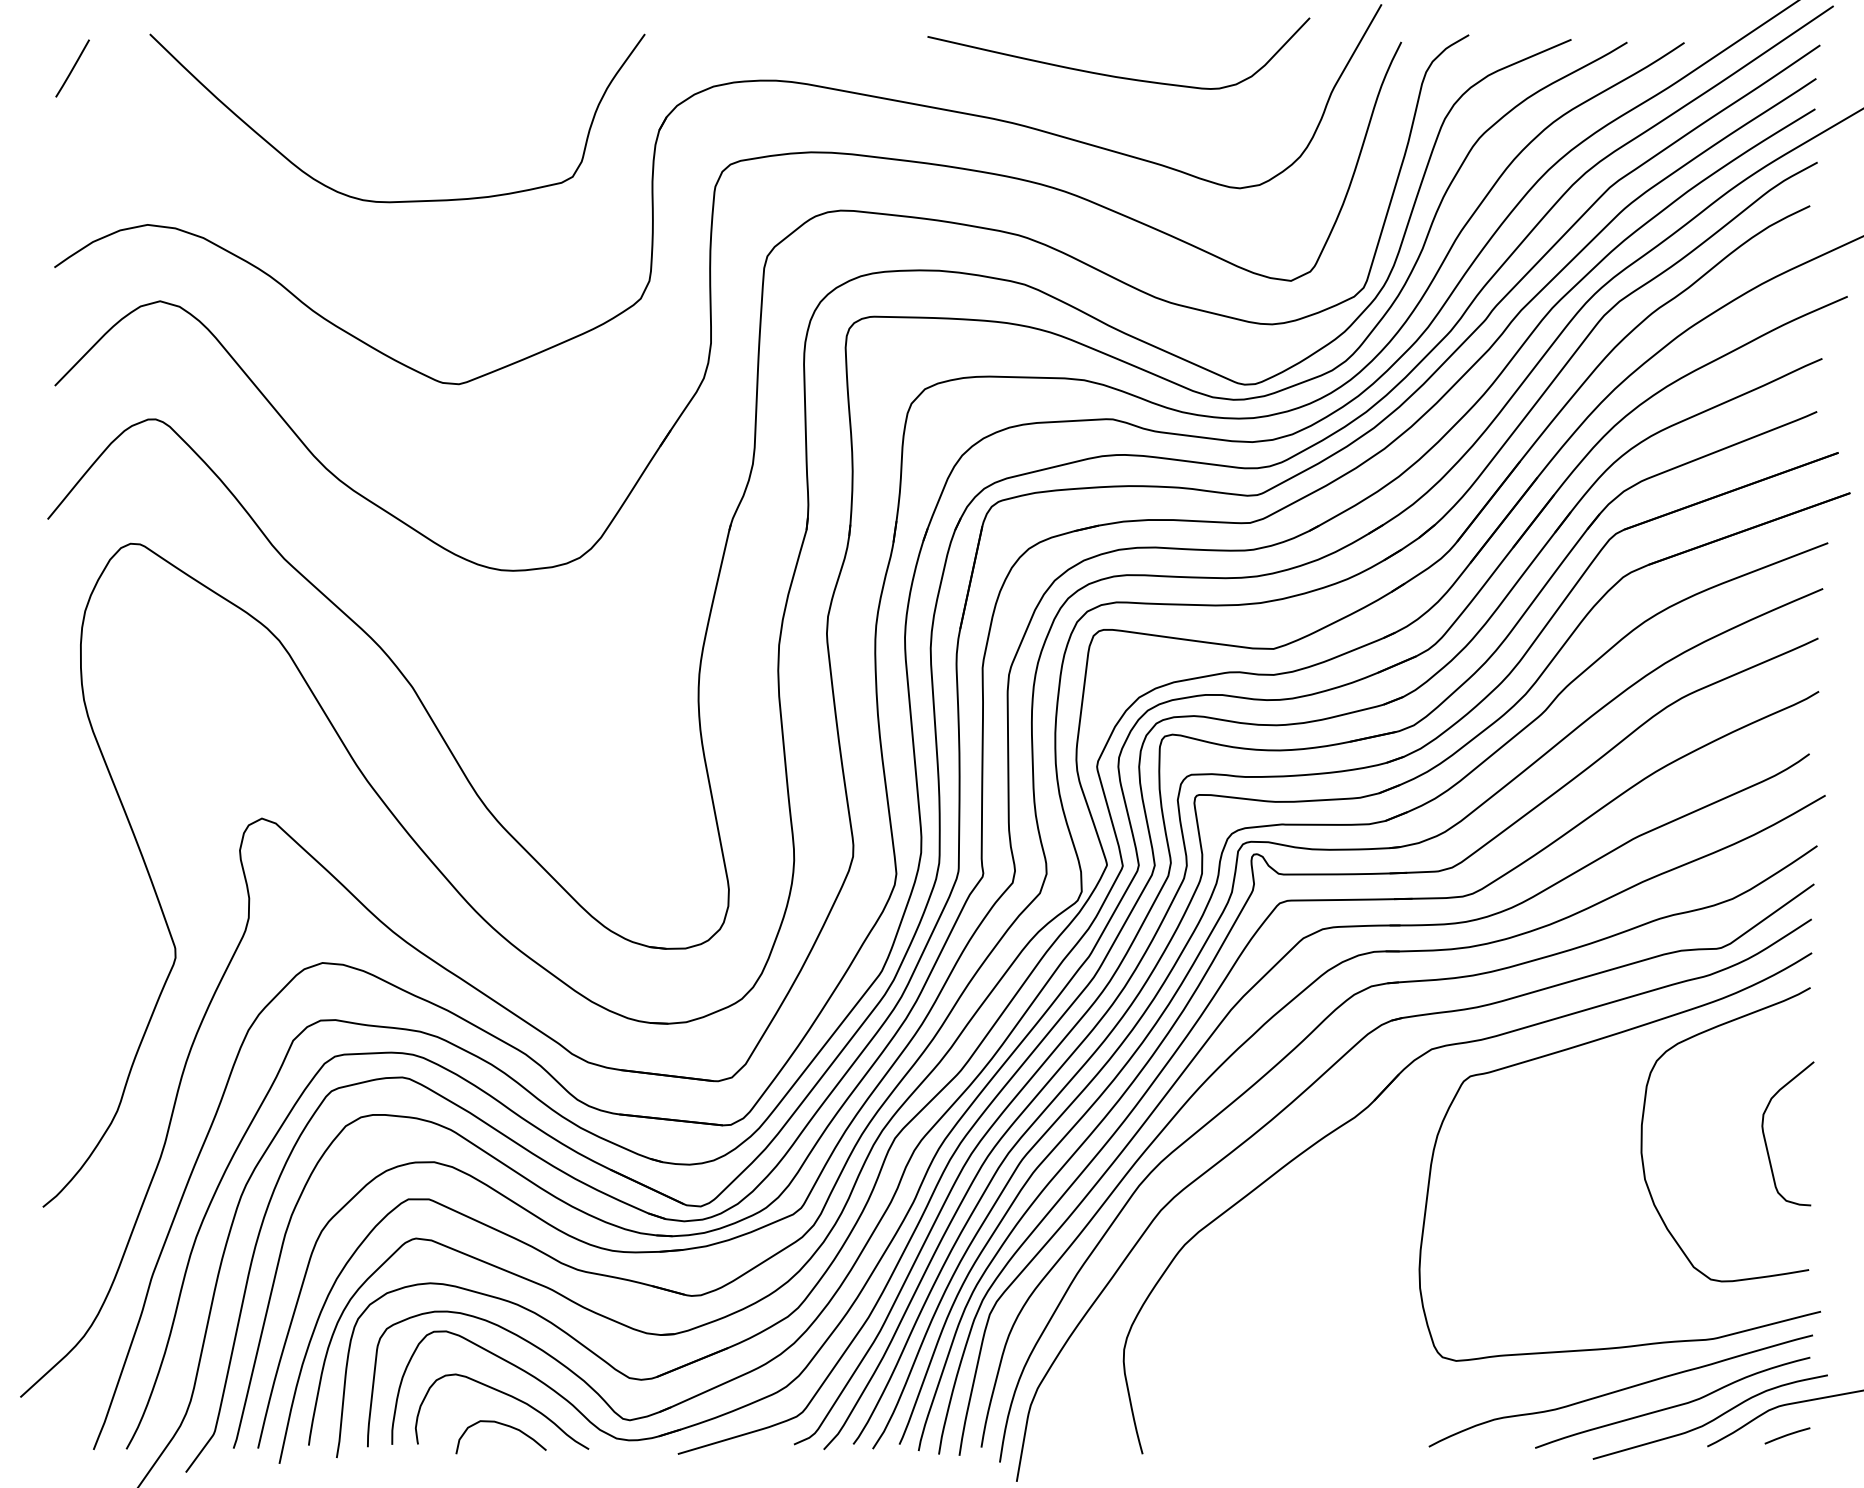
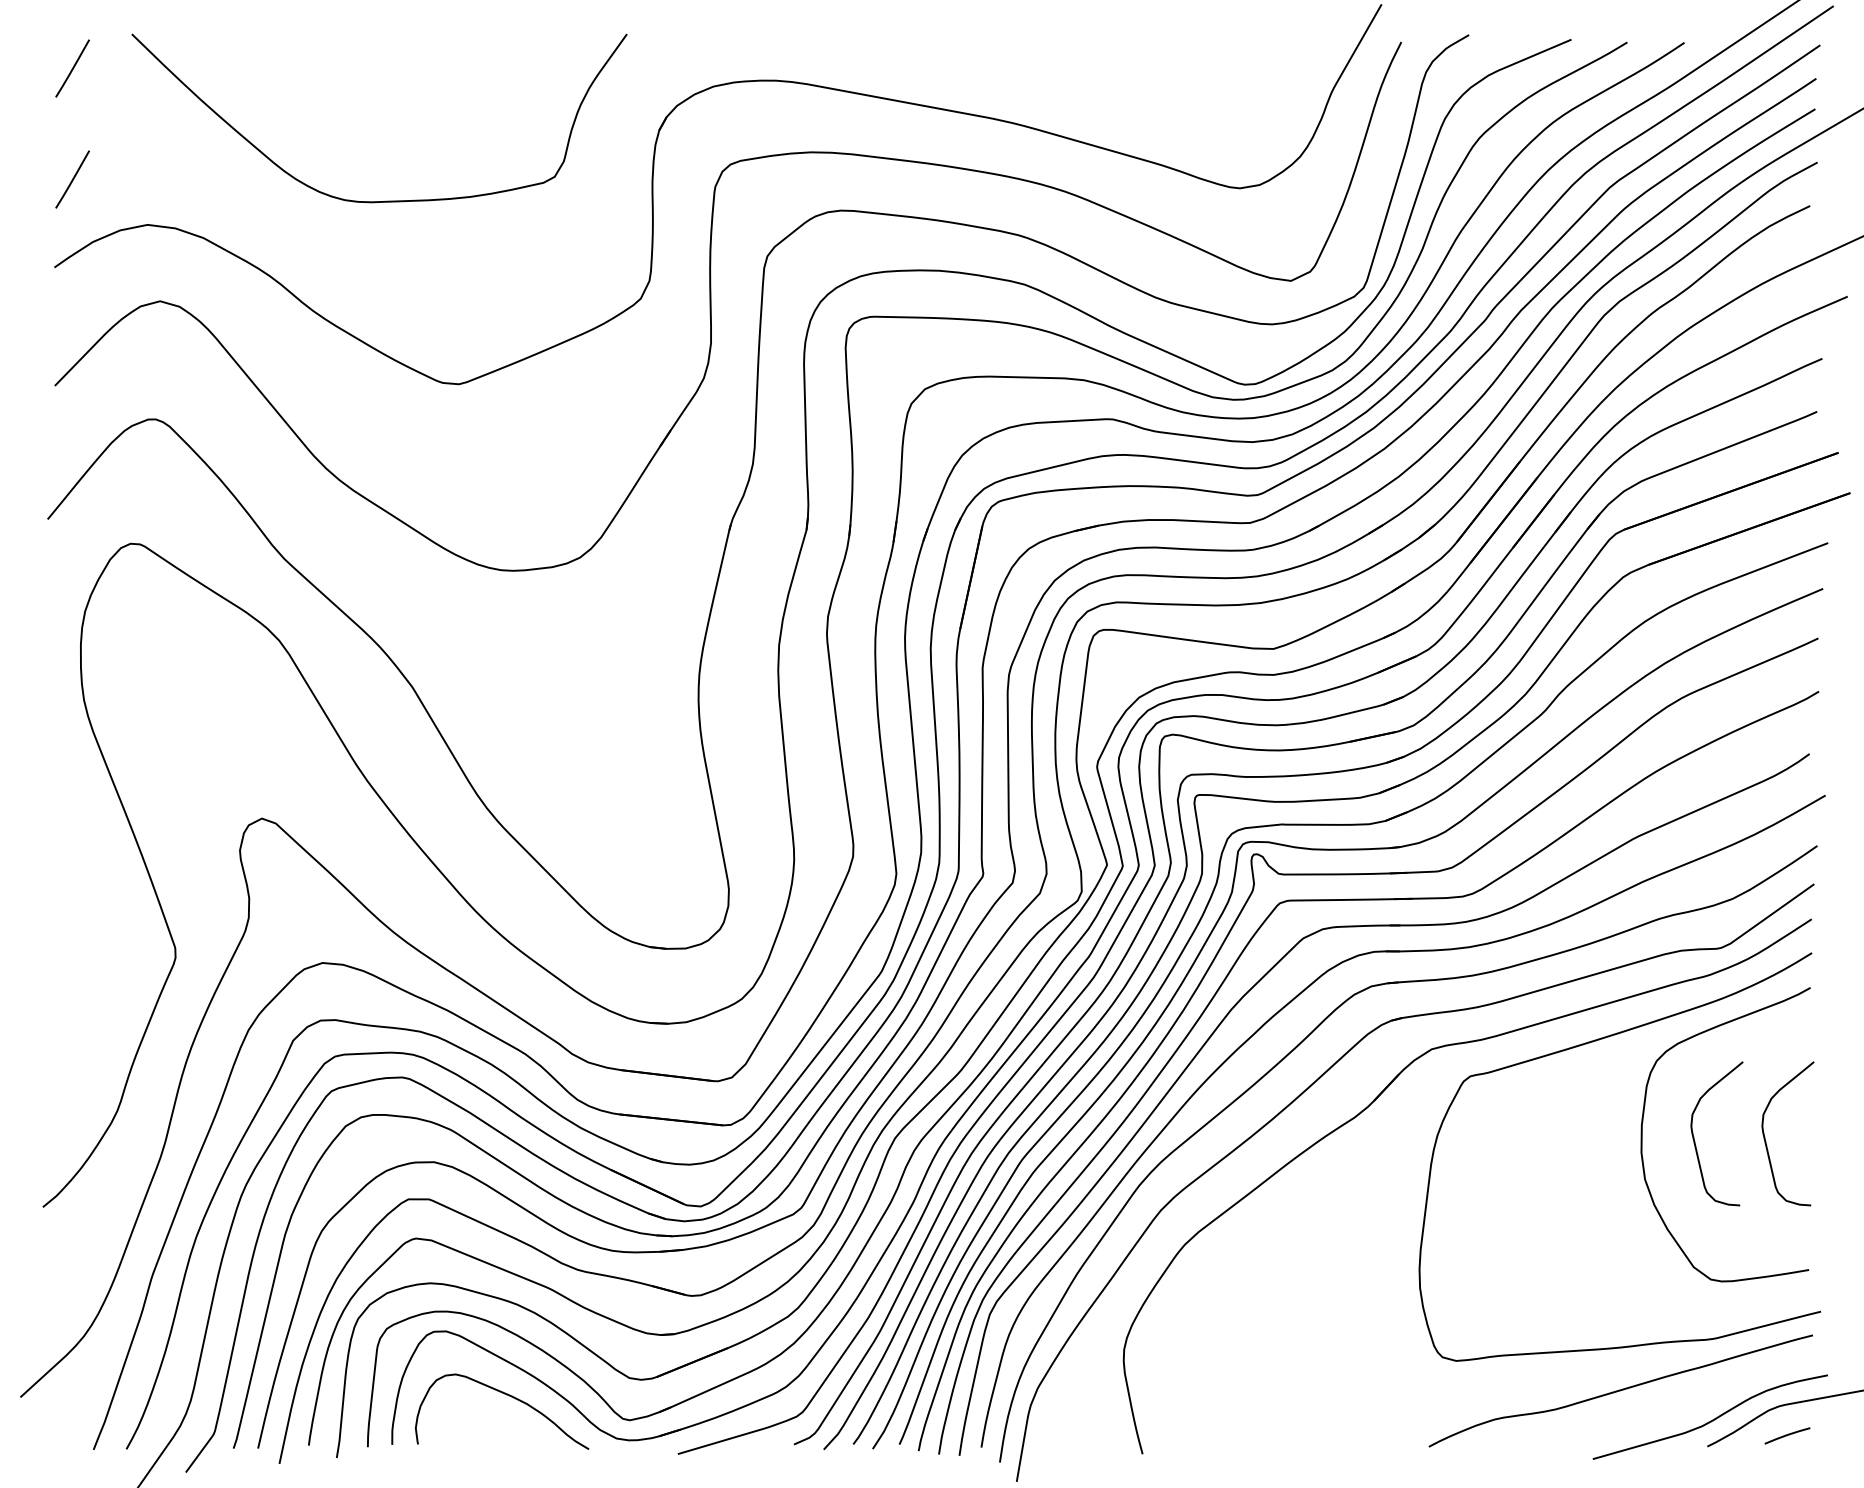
curve at (1114, 75): present -> none
line at (72, 179): none -> present
curve at (403, 200) position: (403, 200) -> (385, 200)
curve at (1694, 1136): none -> present
curve at (1674, 1405): present -> none
curve at (502, 1425): present -> none
